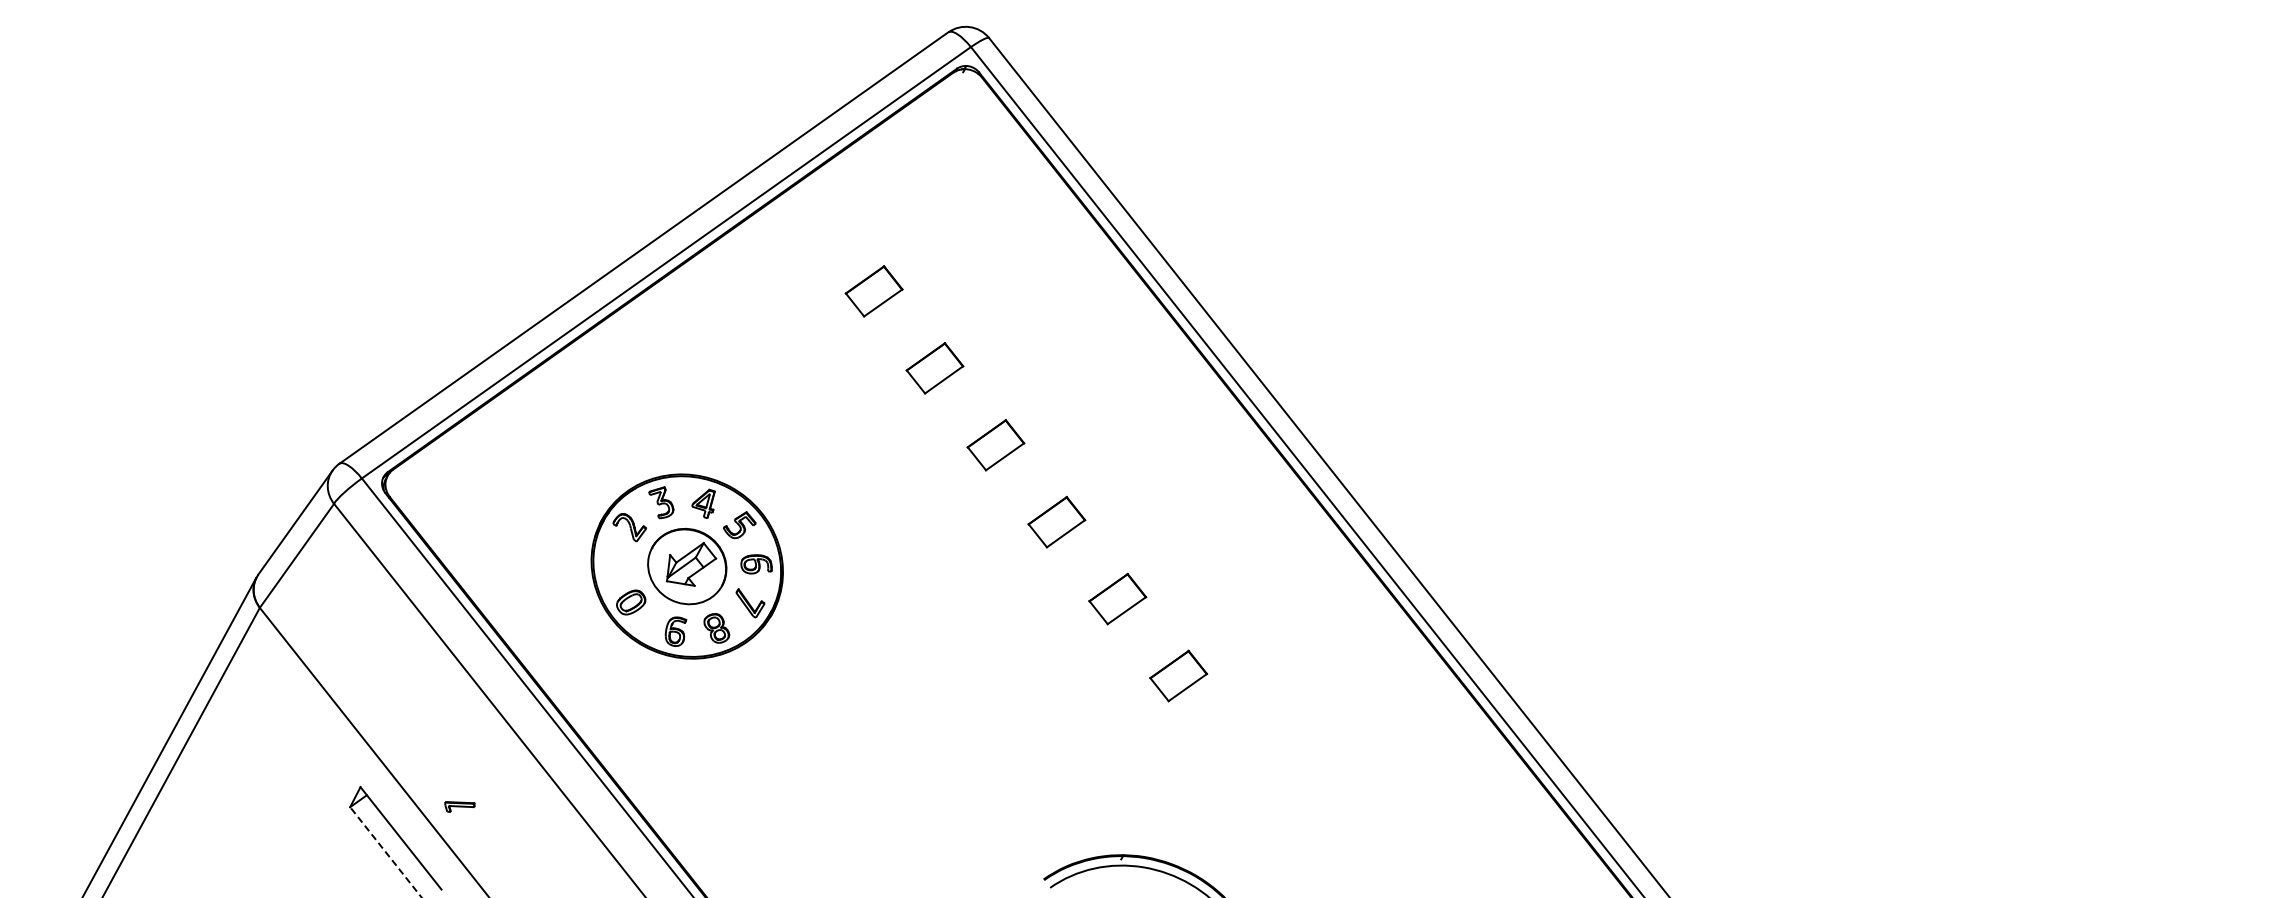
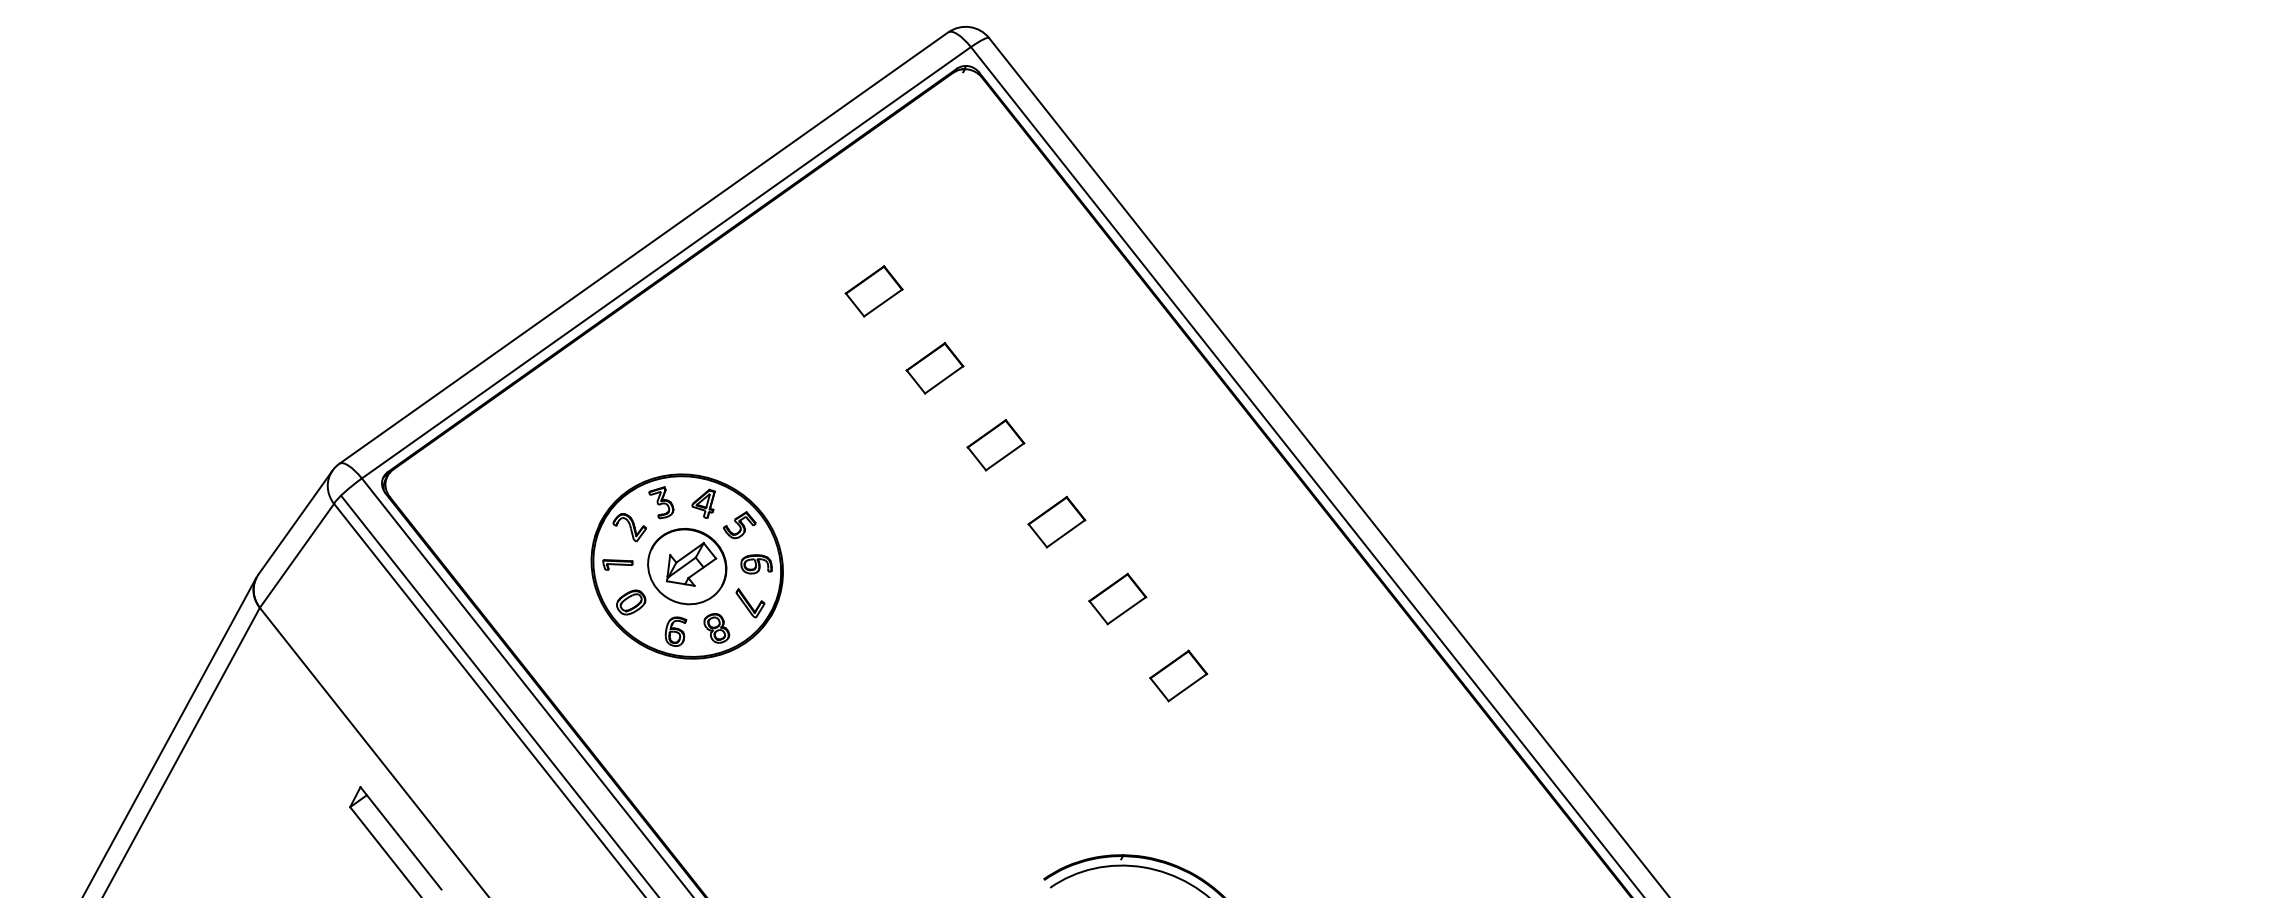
line at (499, 694): none -> present
part at (459, 806) position: (459, 806) -> (617, 564)
line at (386, 852): dashed -> solid
